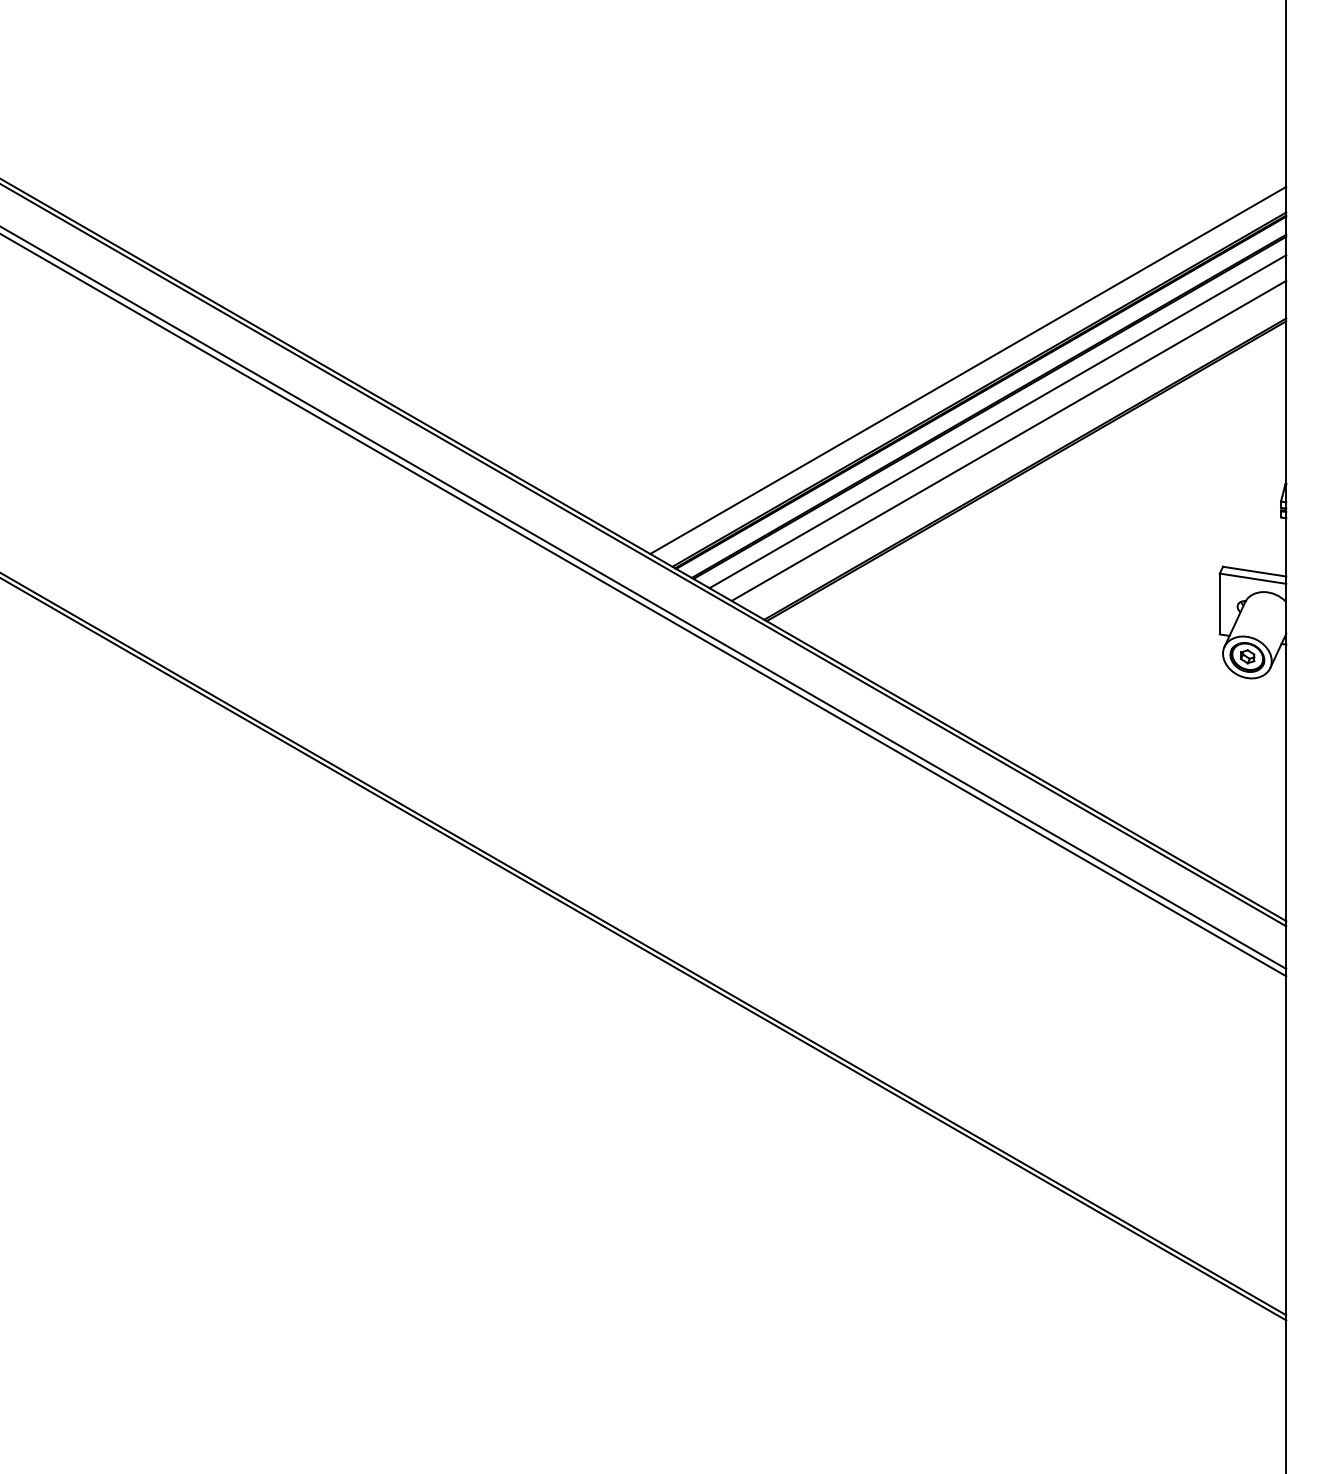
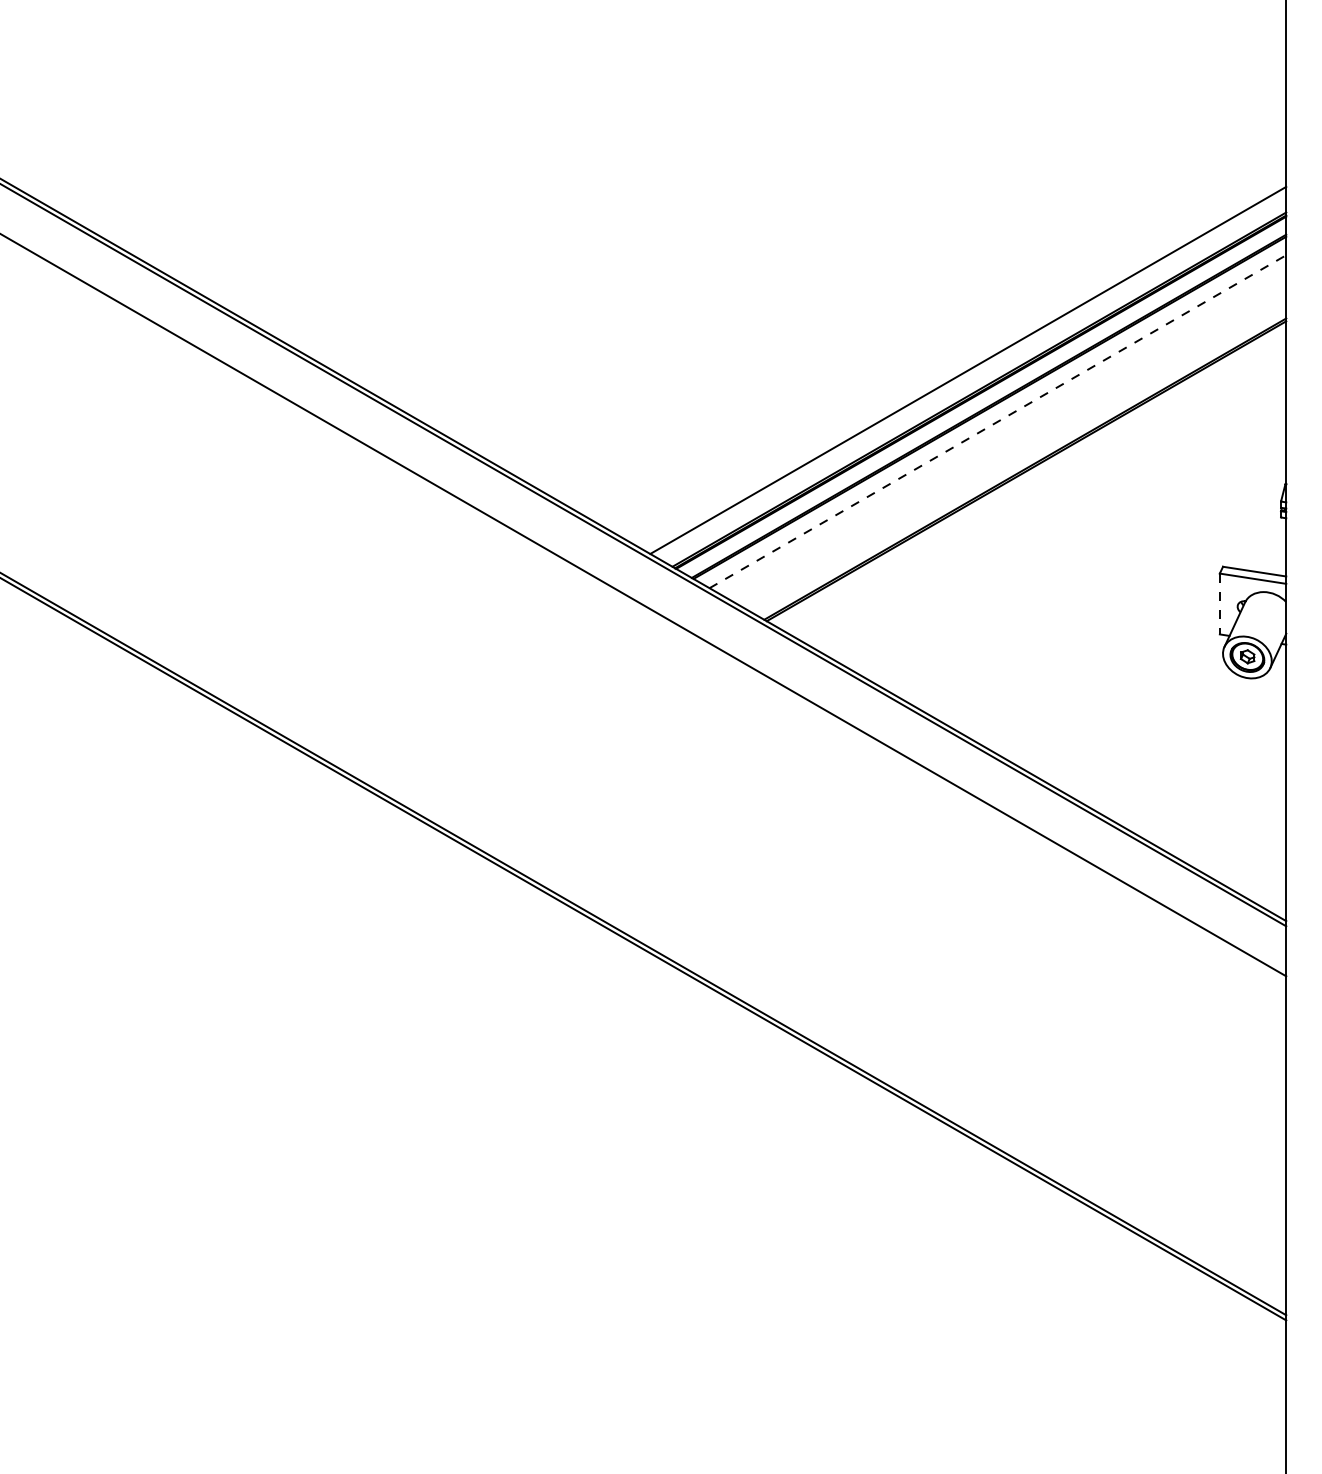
line at (998, 421): solid -> dashed
line at (1008, 440): present -> none
line at (644, 597): present -> none
line at (1219, 604): solid -> dashed
